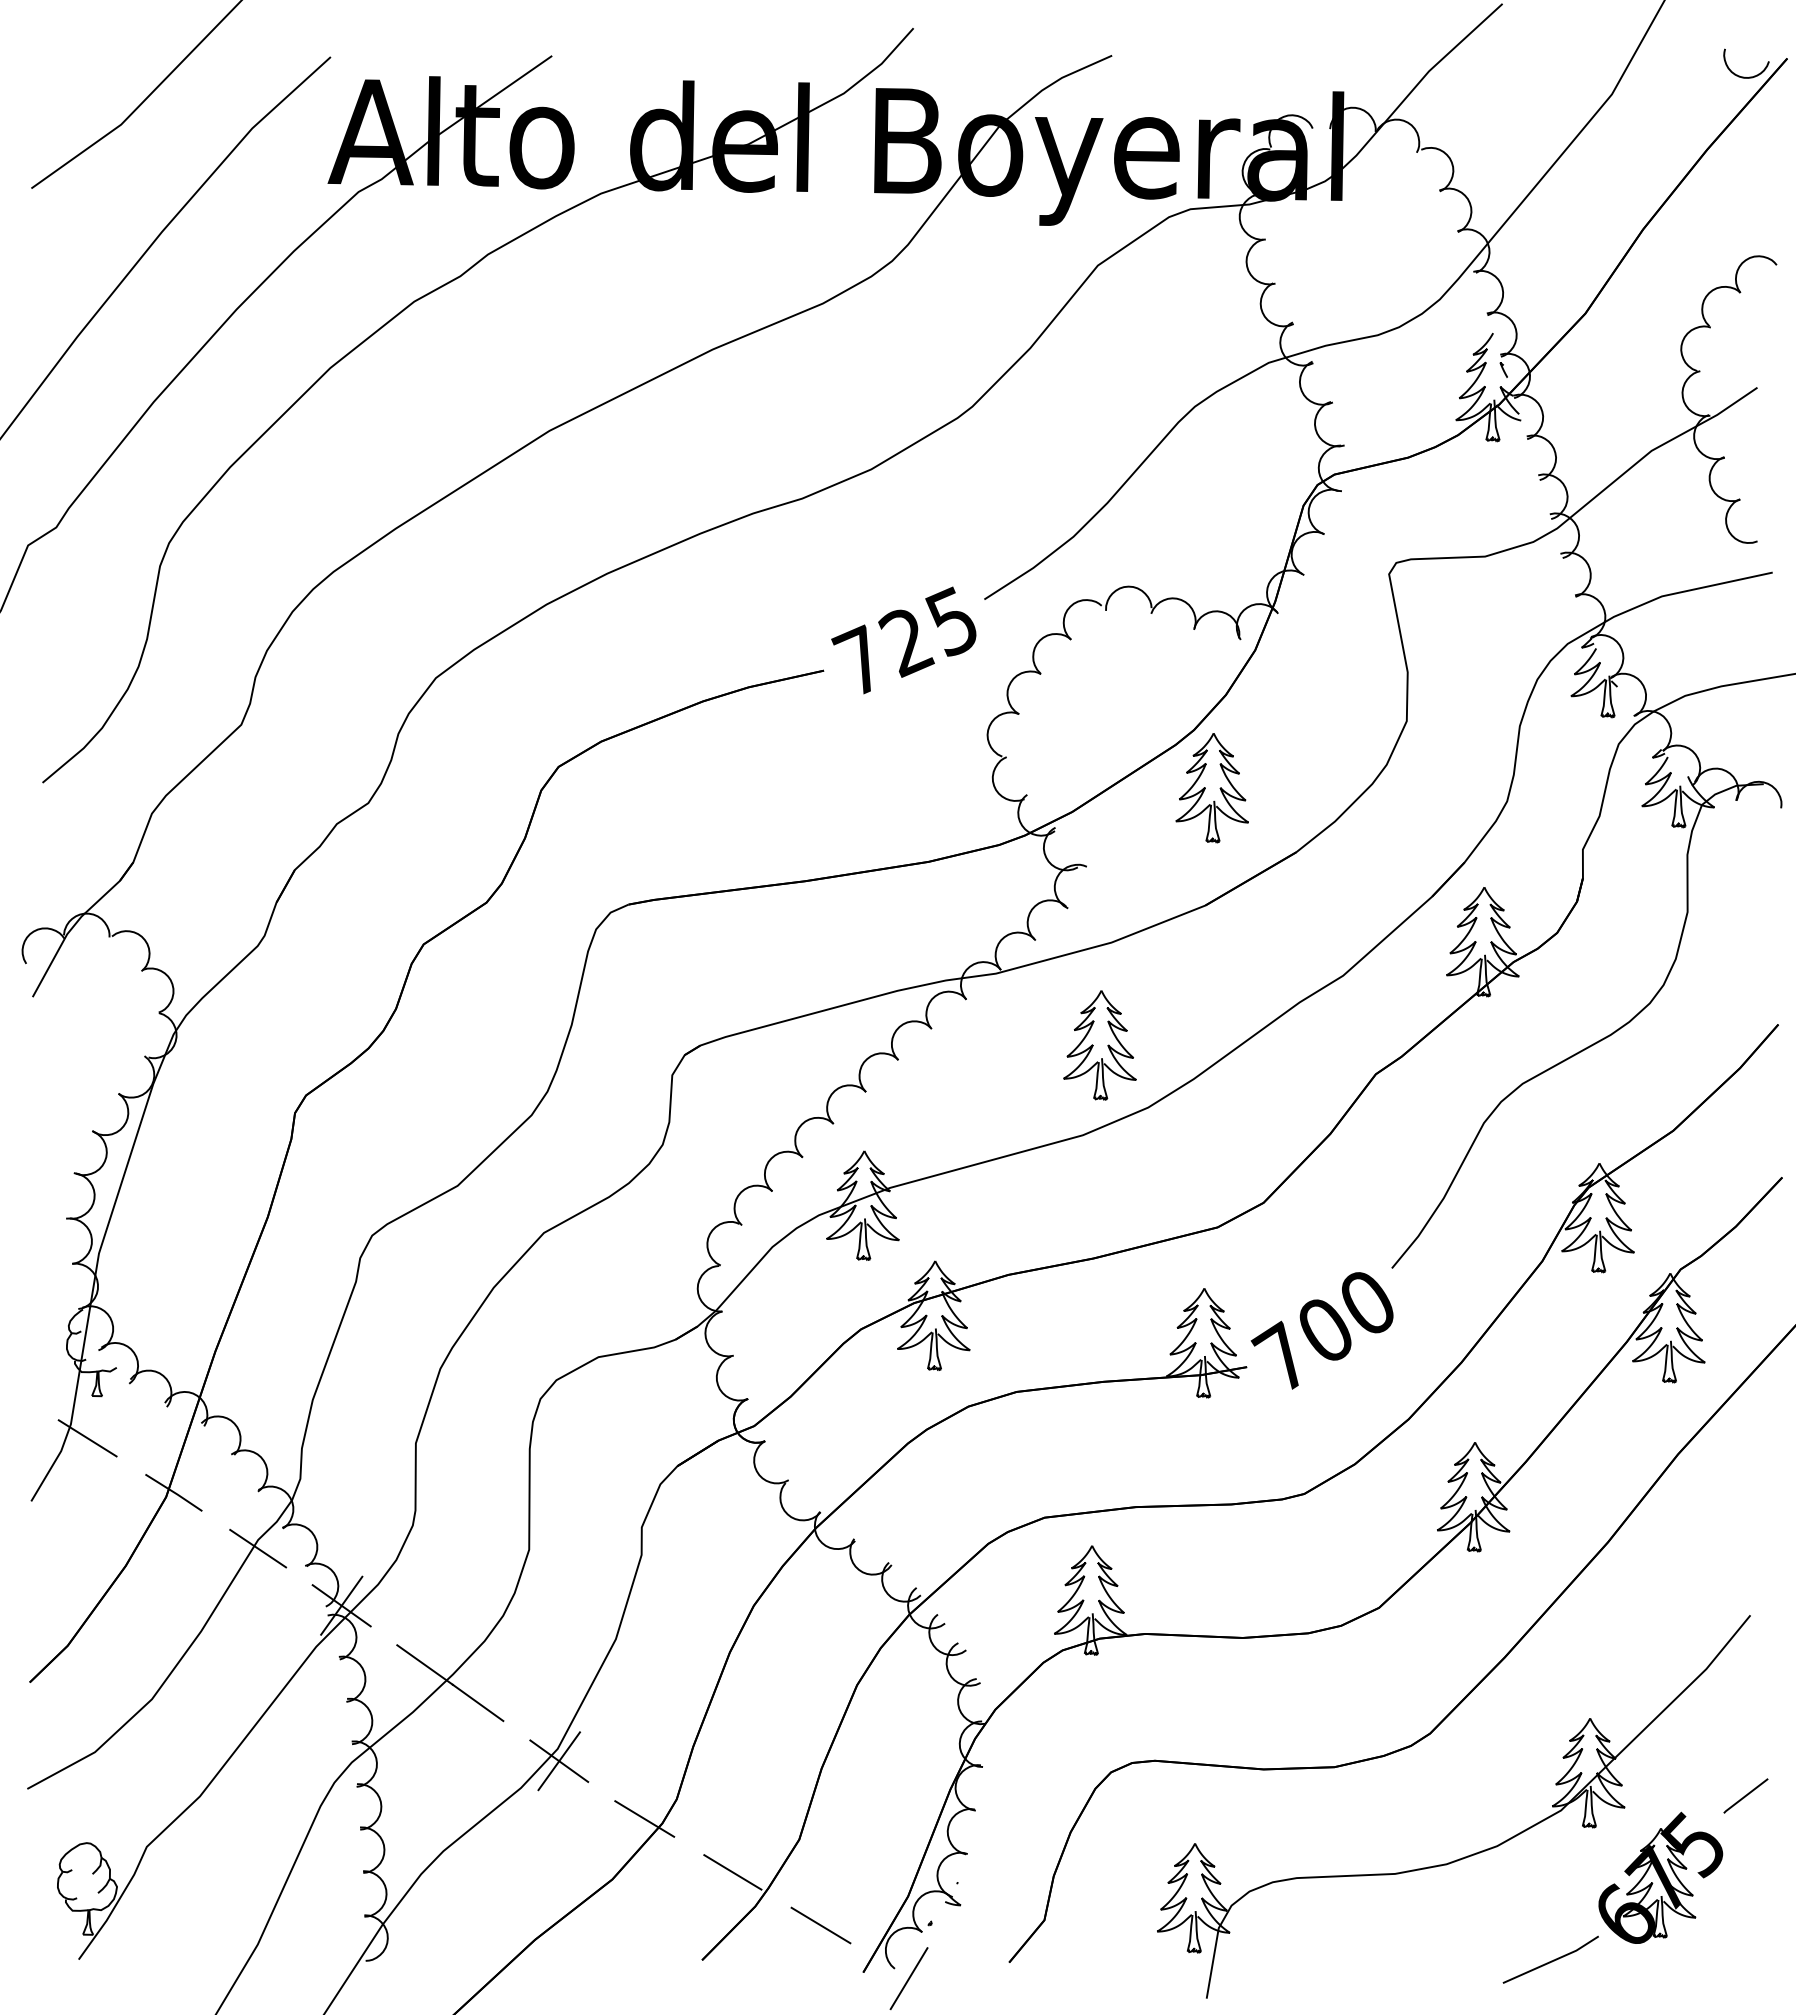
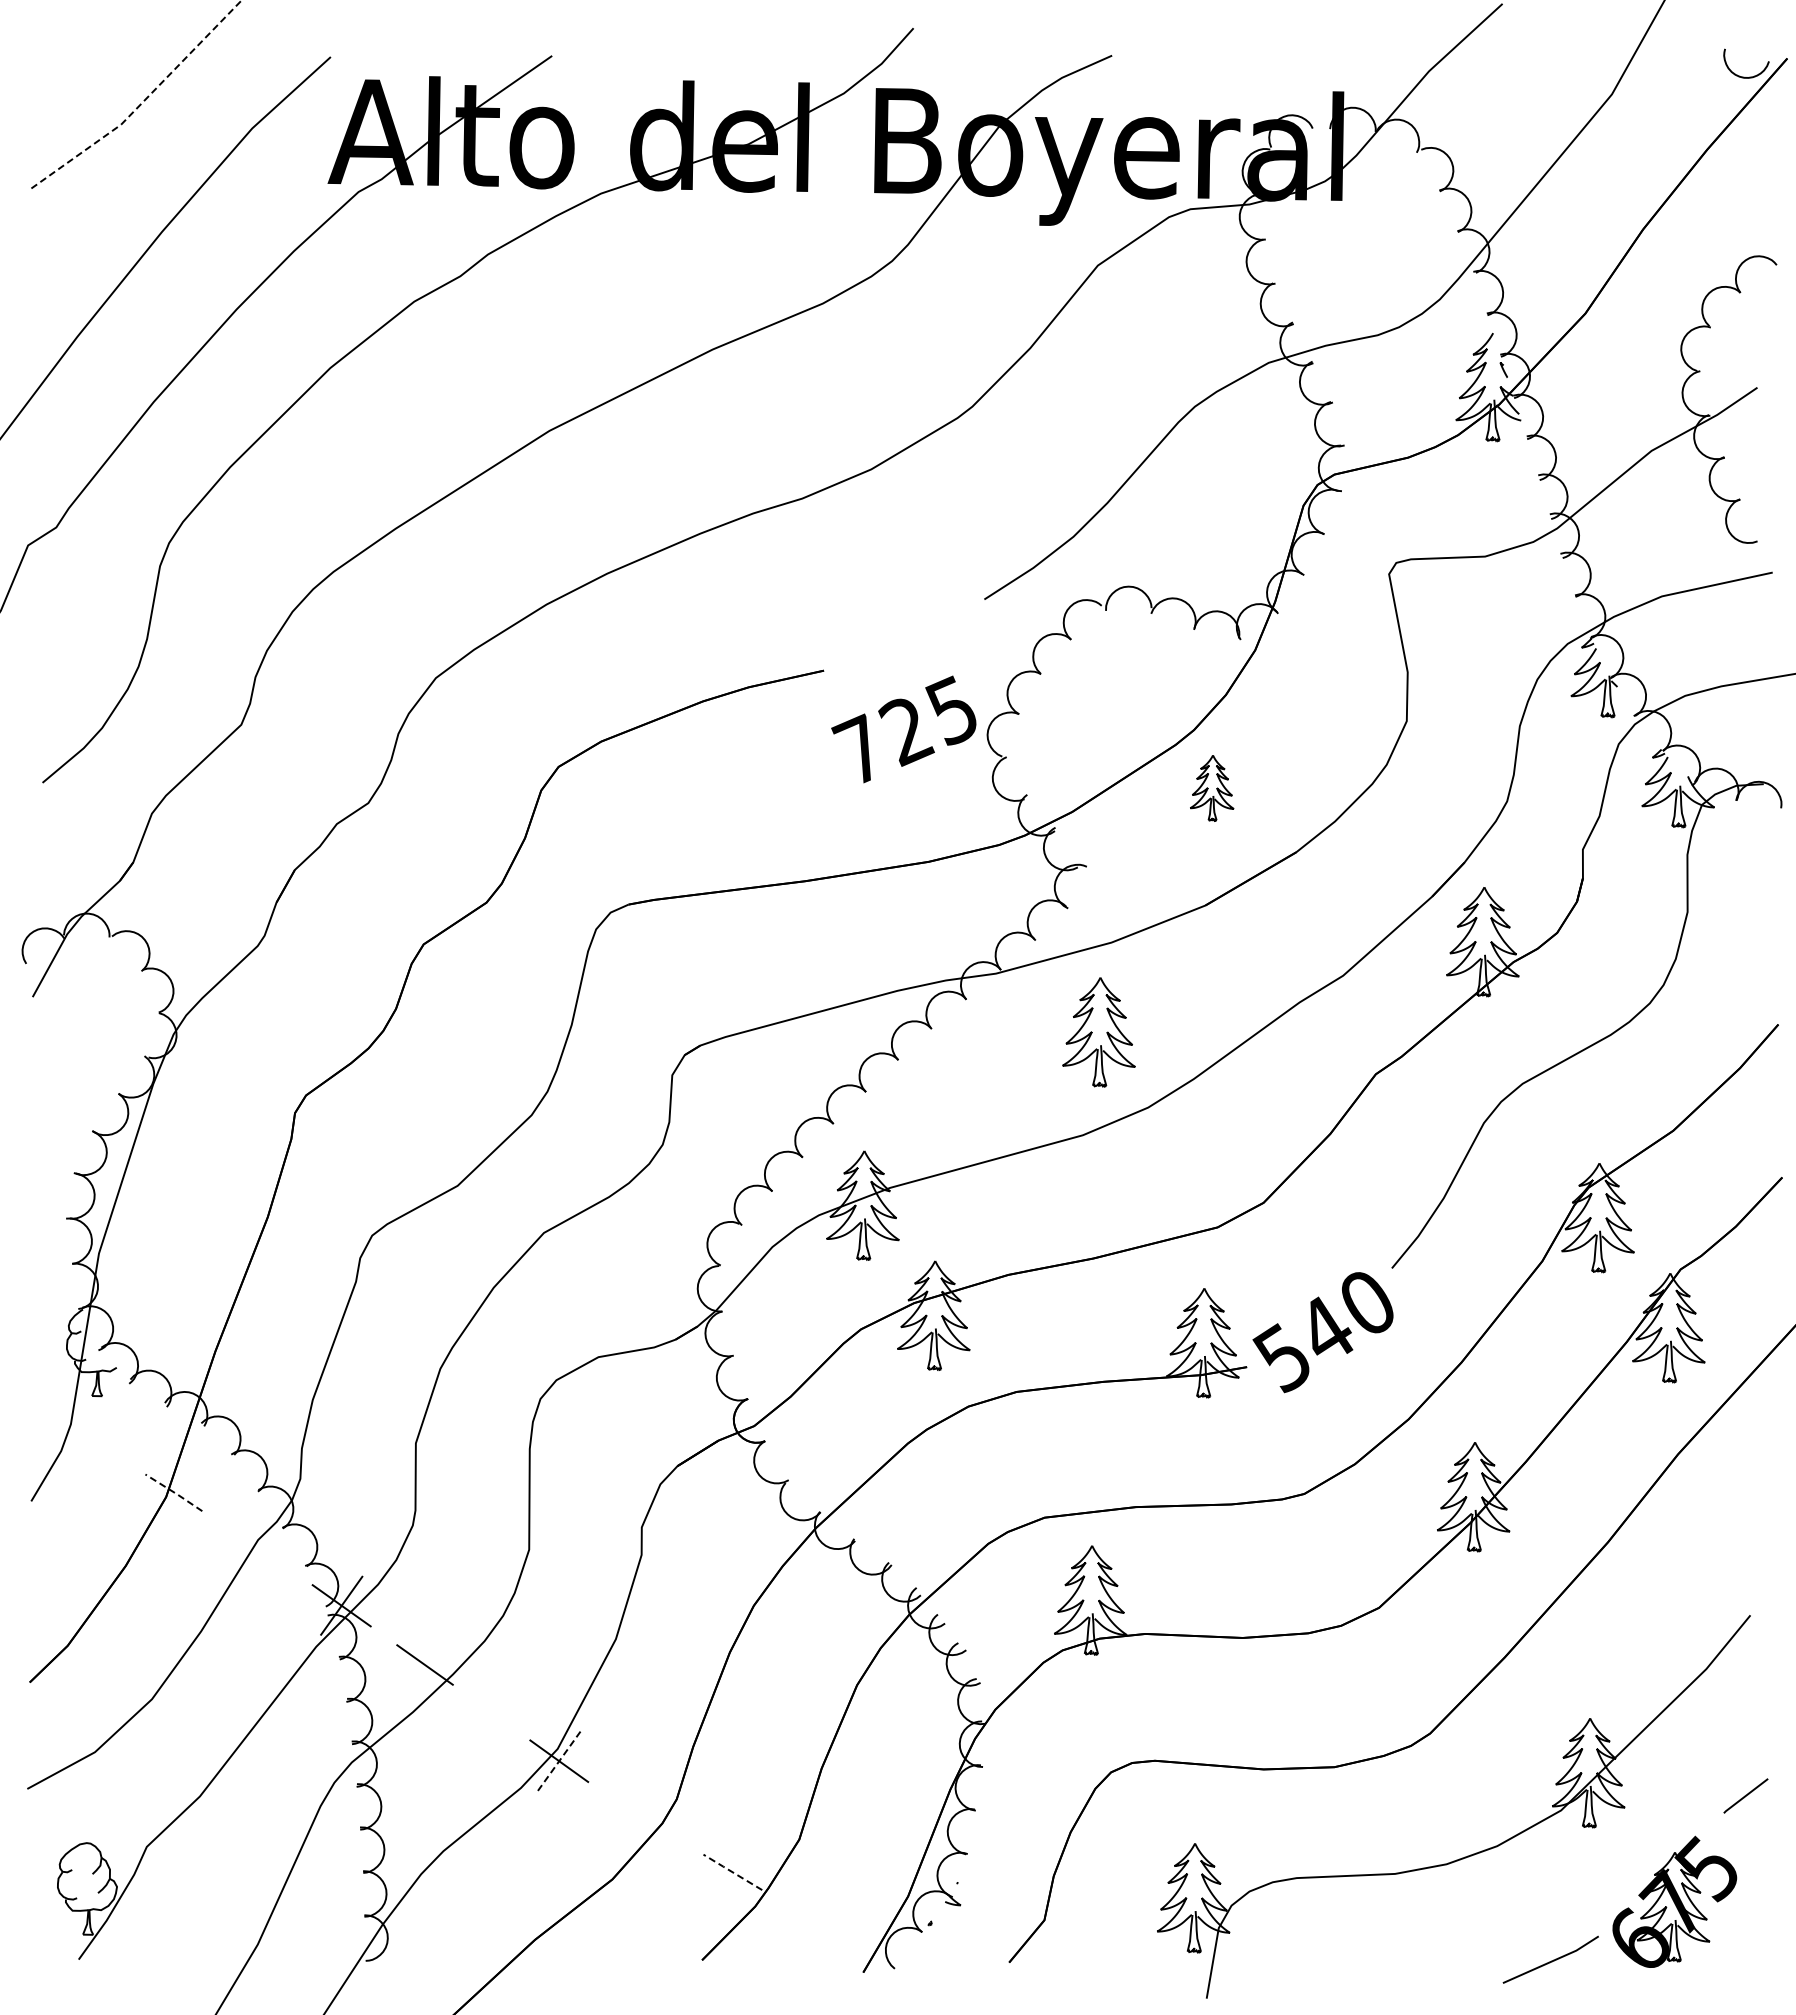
line at (142, 102): solid -> dashed
text at (903, 640) position: (903, 640) -> (903, 729)
part at (1211, 788) size: 74x111 px -> 45x67 px
part at (1099, 1045) position: (1099, 1045) -> (1098, 1032)
text at (1301, 1344): 700 -> 540
line at (87, 1438): present -> none
line at (174, 1492): solid -> dashed
line at (258, 1548): present -> none
line at (477, 1702): present -> none
line at (559, 1761): solid -> dashed
line at (644, 1818): present -> none
line at (731, 1871): solid -> dashed
part at (1660, 1877) position: (1660, 1877) -> (1674, 1901)
line at (820, 1925): present -> none
line at (908, 1978): present -> none
